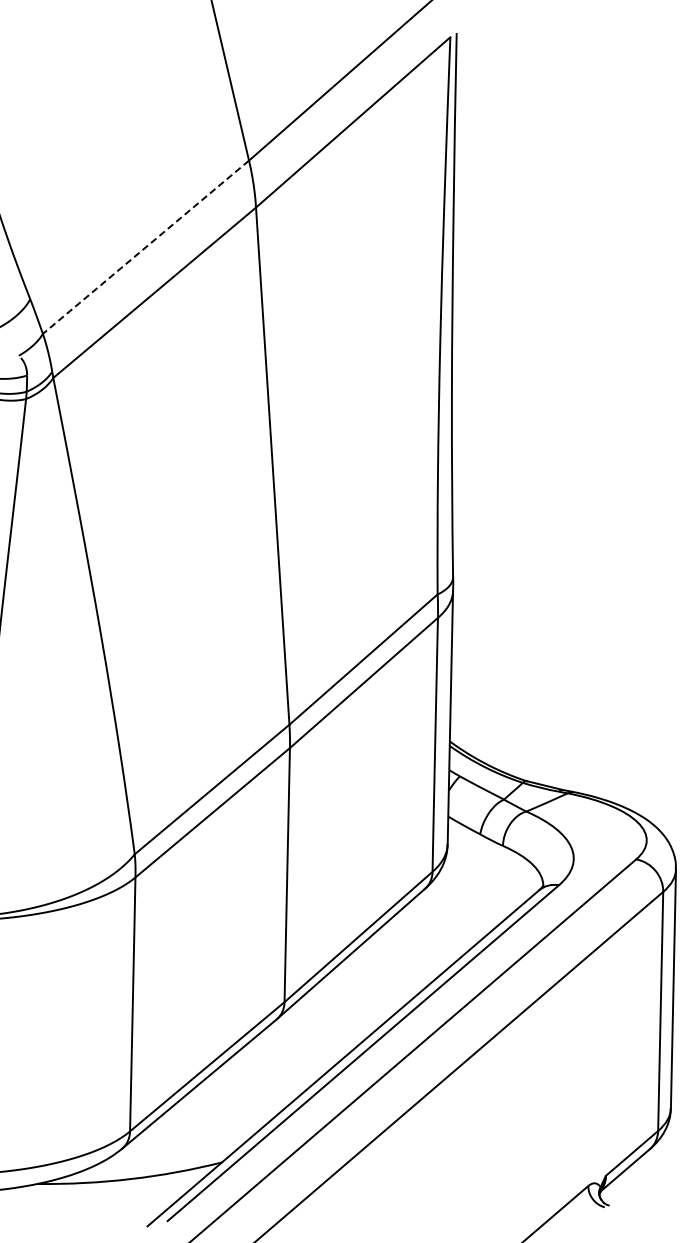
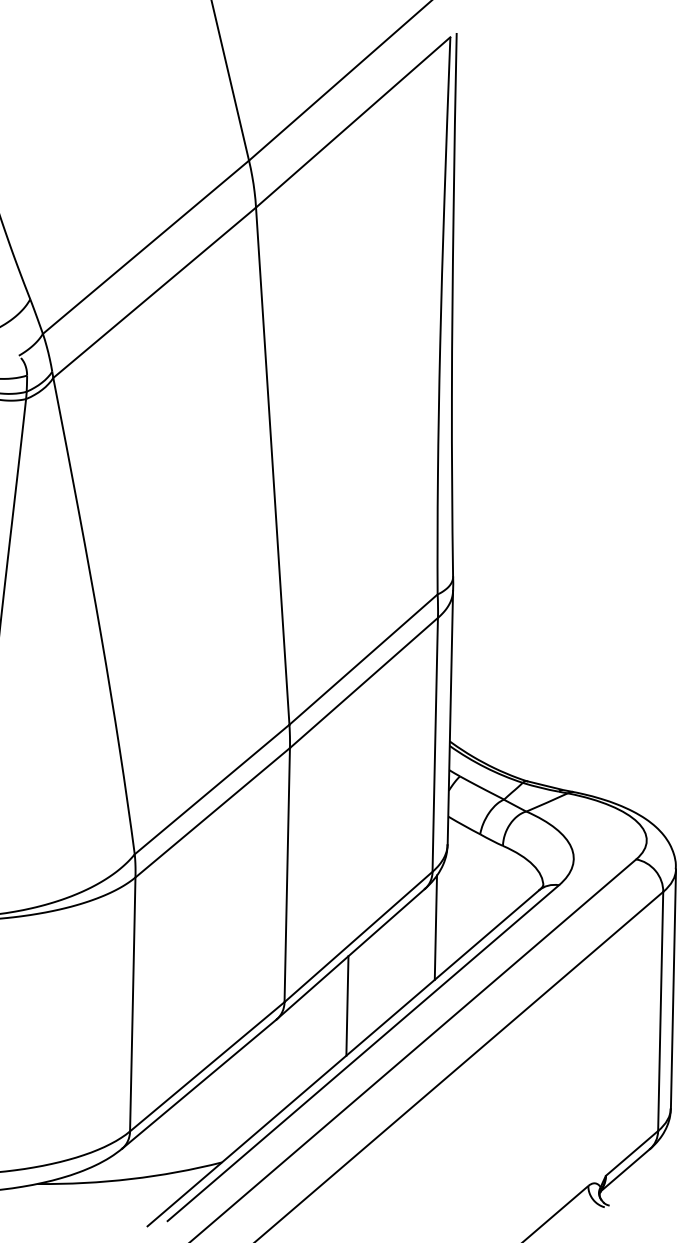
line at (146, 247): dashed -> solid
line at (435, 927): none -> present
line at (347, 1005): none -> present
